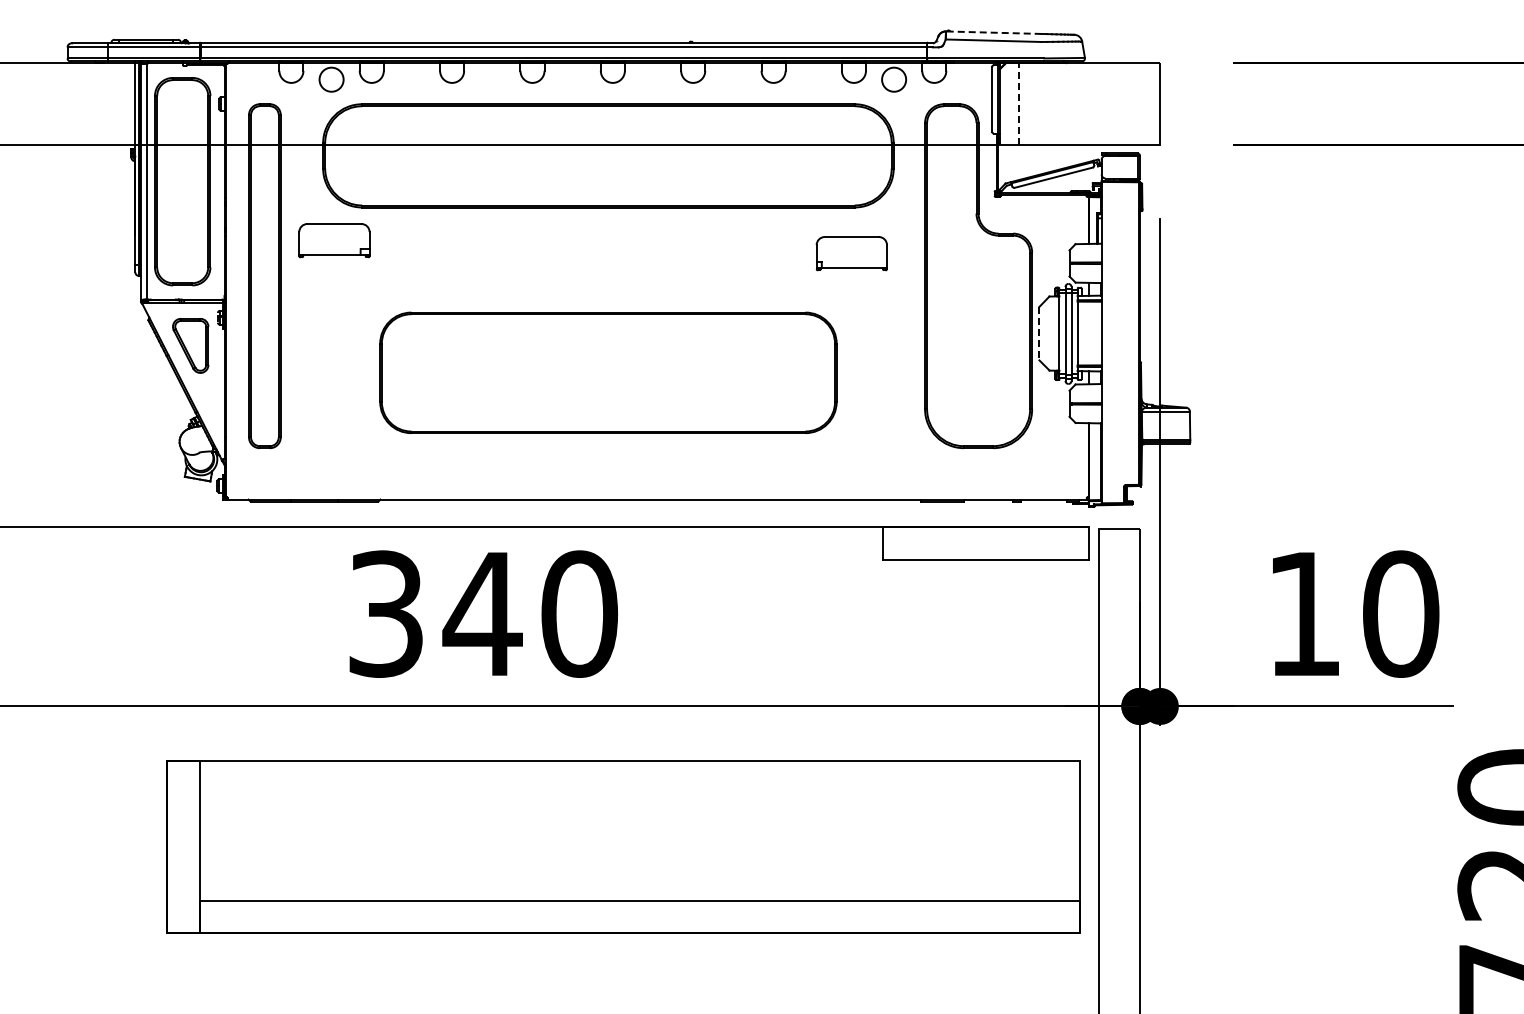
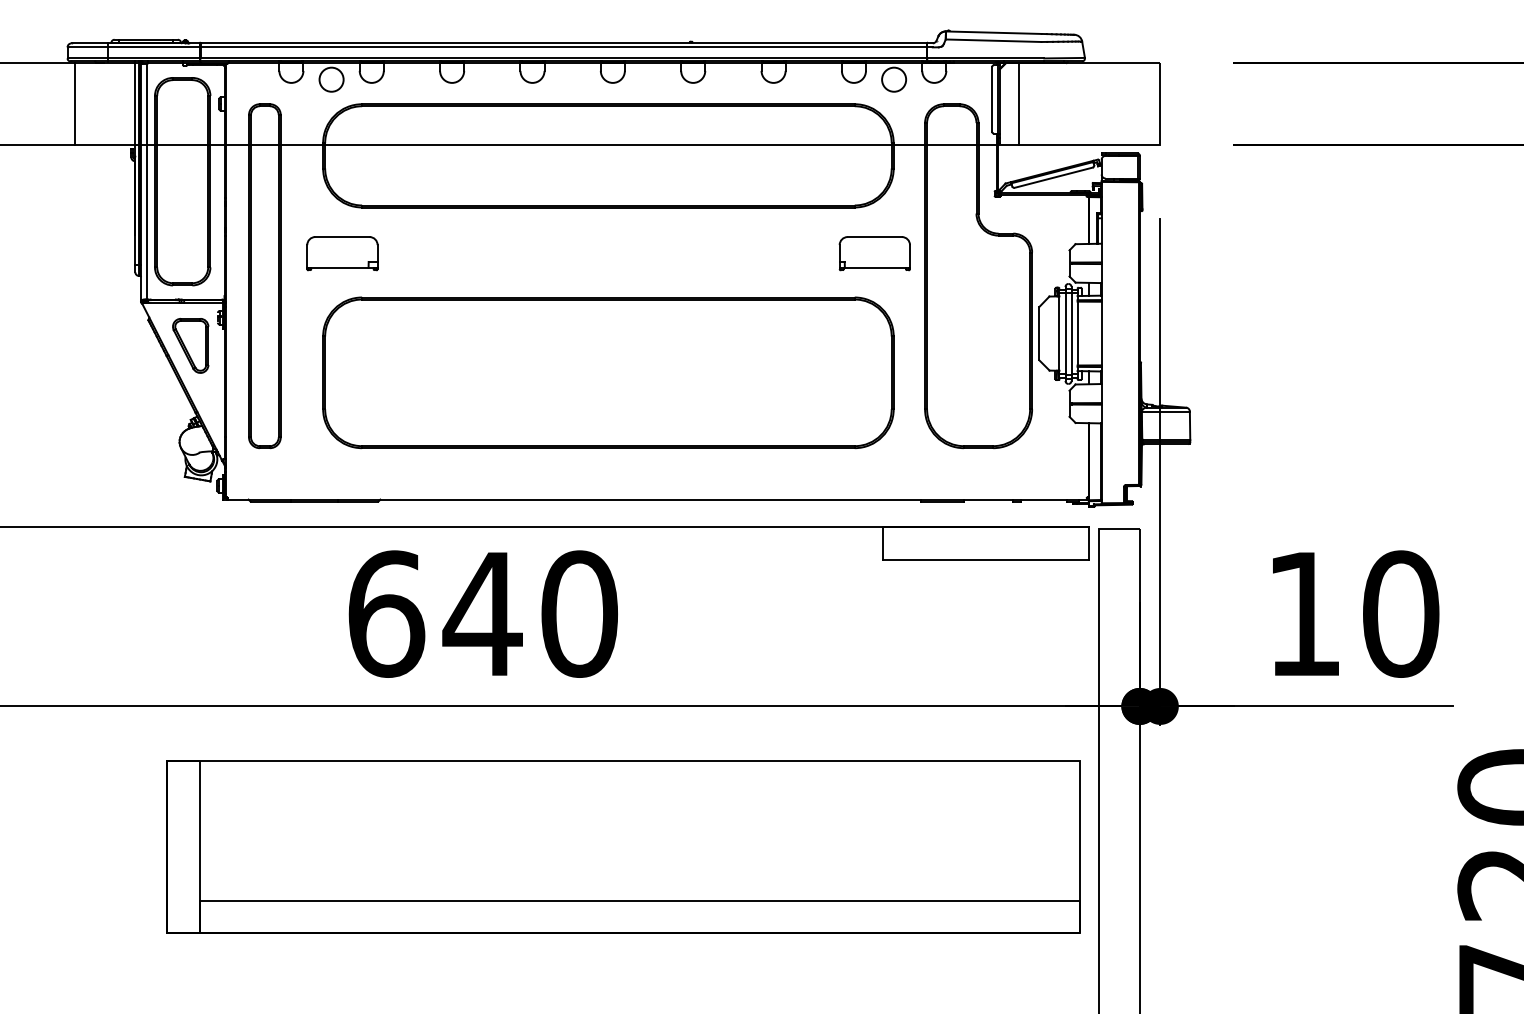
line at (993, 32): dashed -> solid
line at (1018, 103): dashed -> solid
line at (74, 104): none -> present
part at (334, 240) position: (334, 240) -> (342, 253)
part at (851, 253) position: (851, 253) -> (874, 253)
line at (1039, 333): dashed -> solid
part at (608, 372) size: 459x123 px -> 573x154 px
text at (386, 613): 340 -> 640
